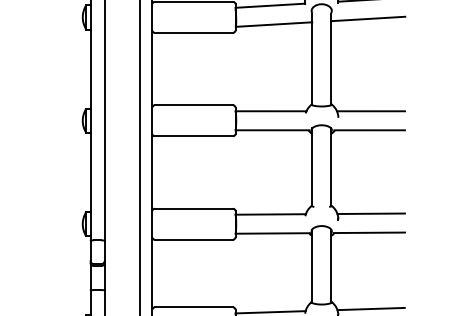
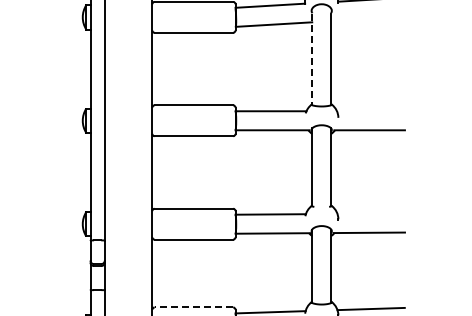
line at (368, 18): present -> none
line at (312, 59): solid -> dashed
line at (370, 111): present -> none
line at (140, 157): present -> none
line at (370, 213): present -> none
line at (193, 307): solid -> dashed
